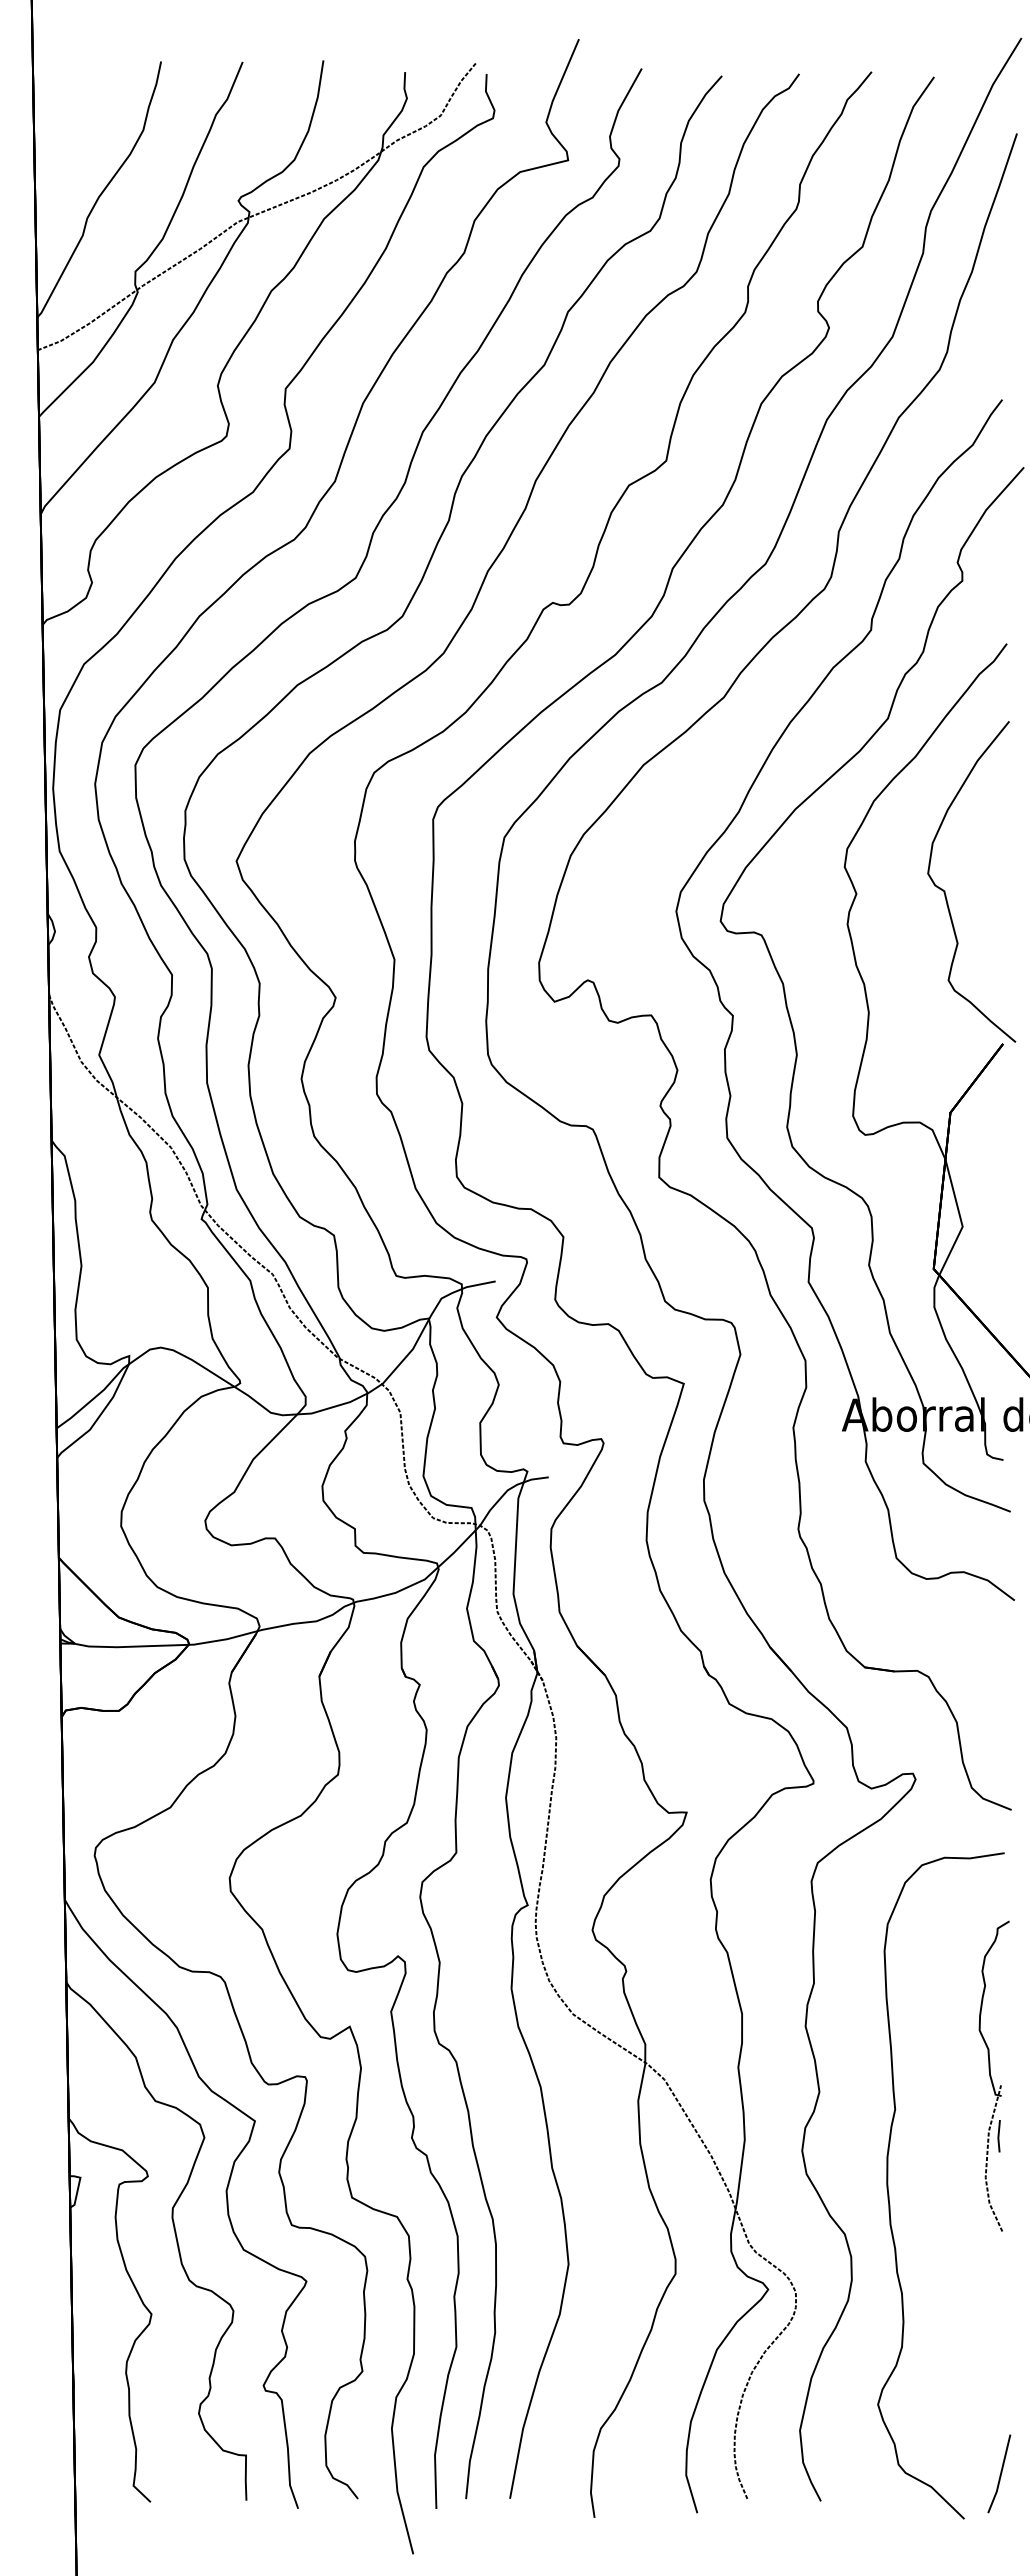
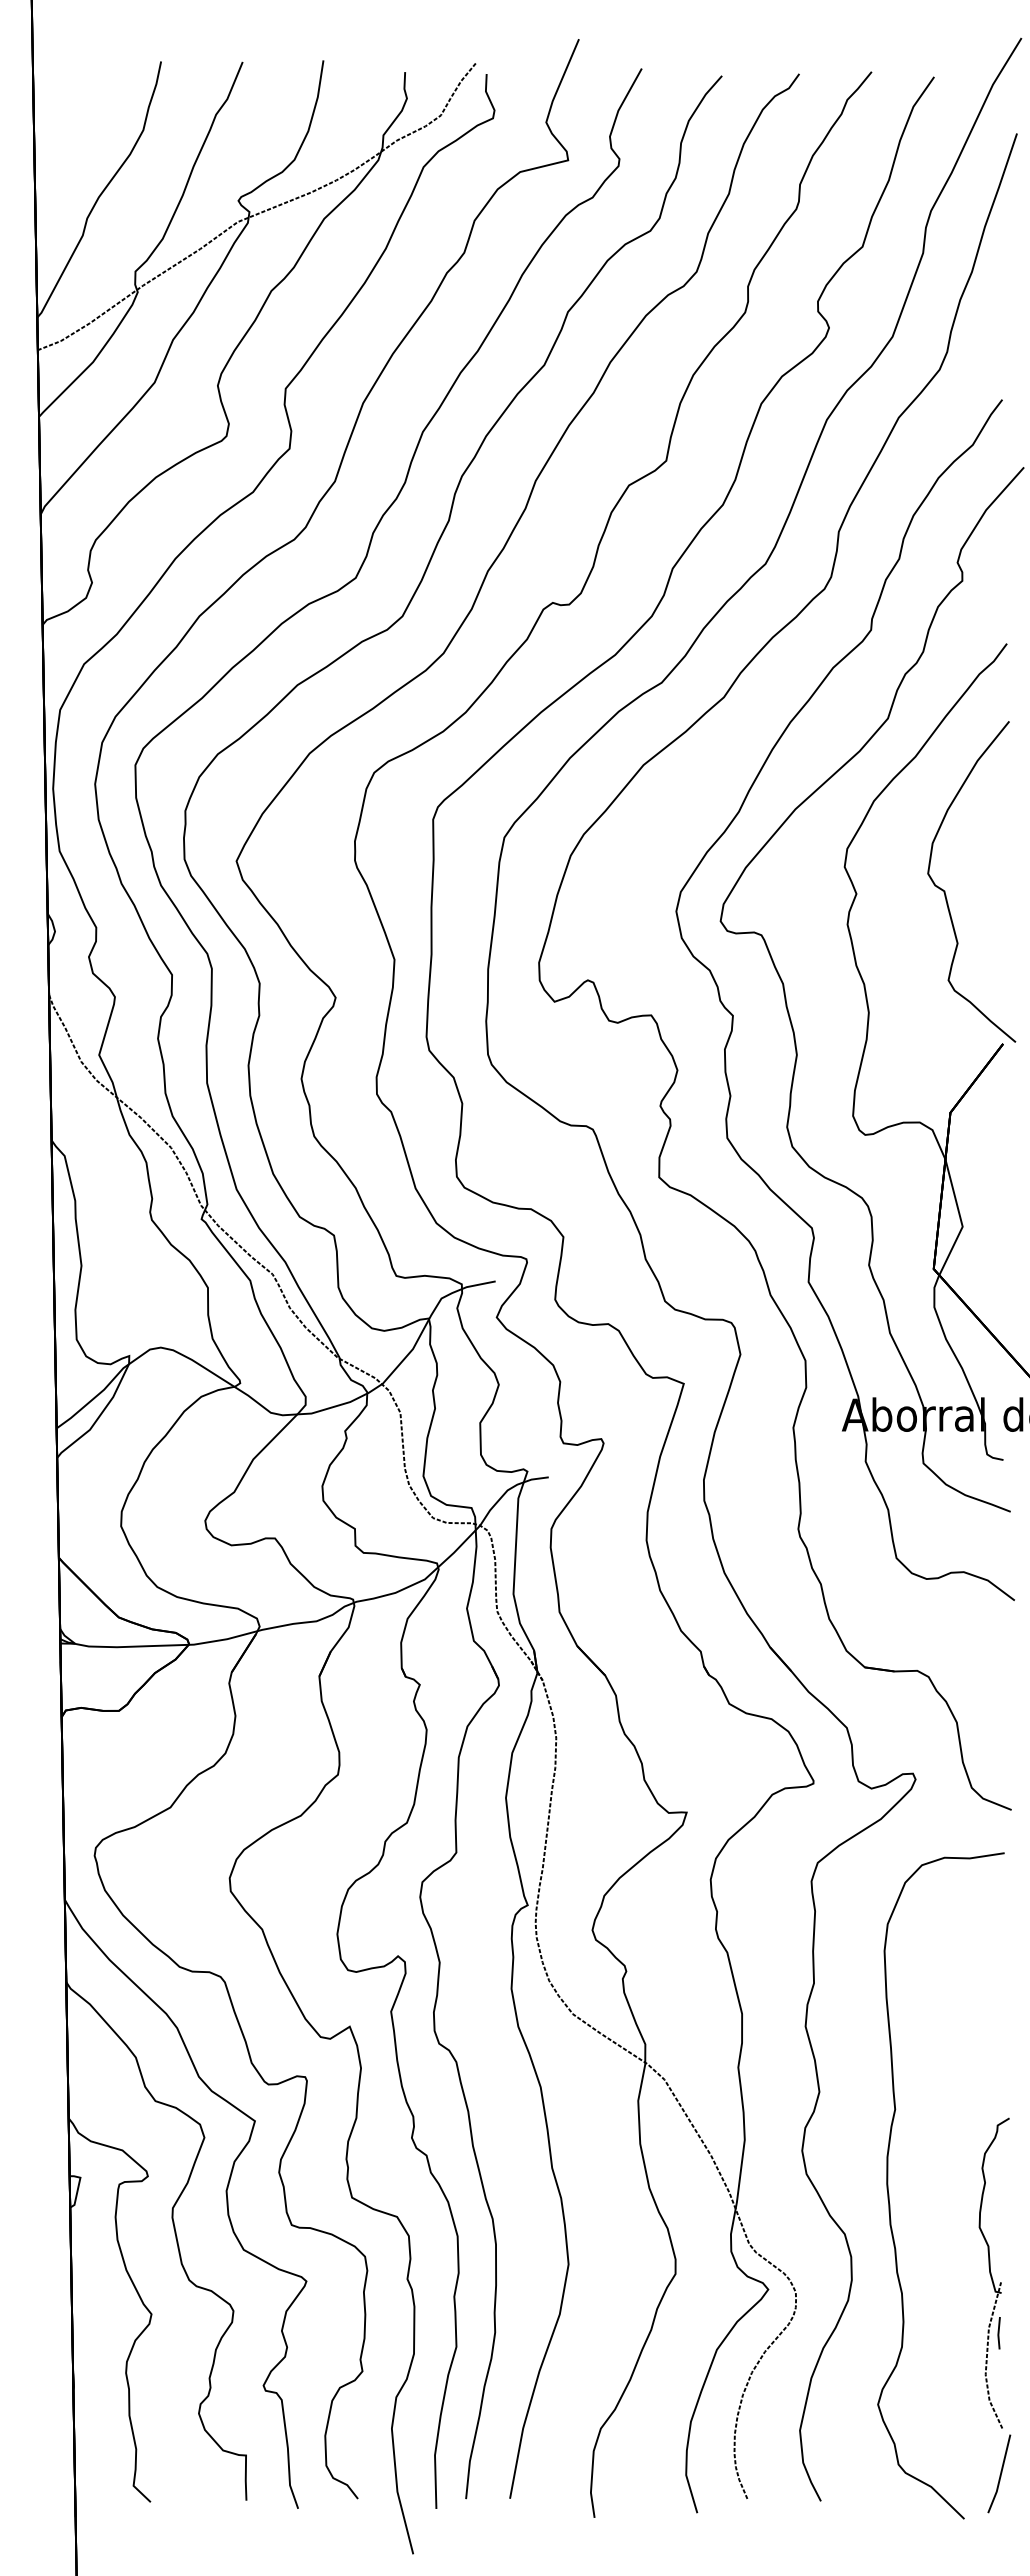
part at (993, 2075) position: (993, 2075) -> (993, 2272)
